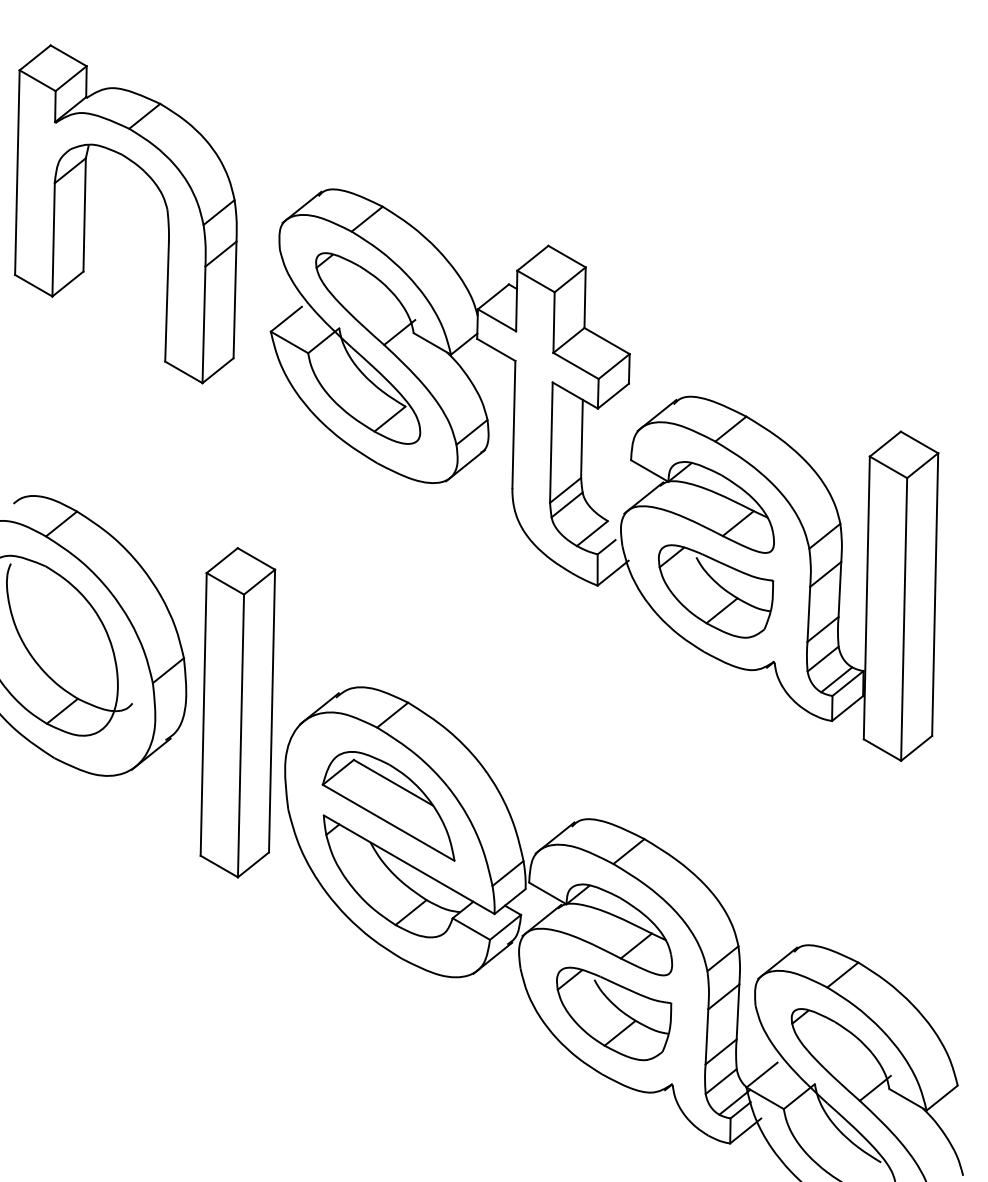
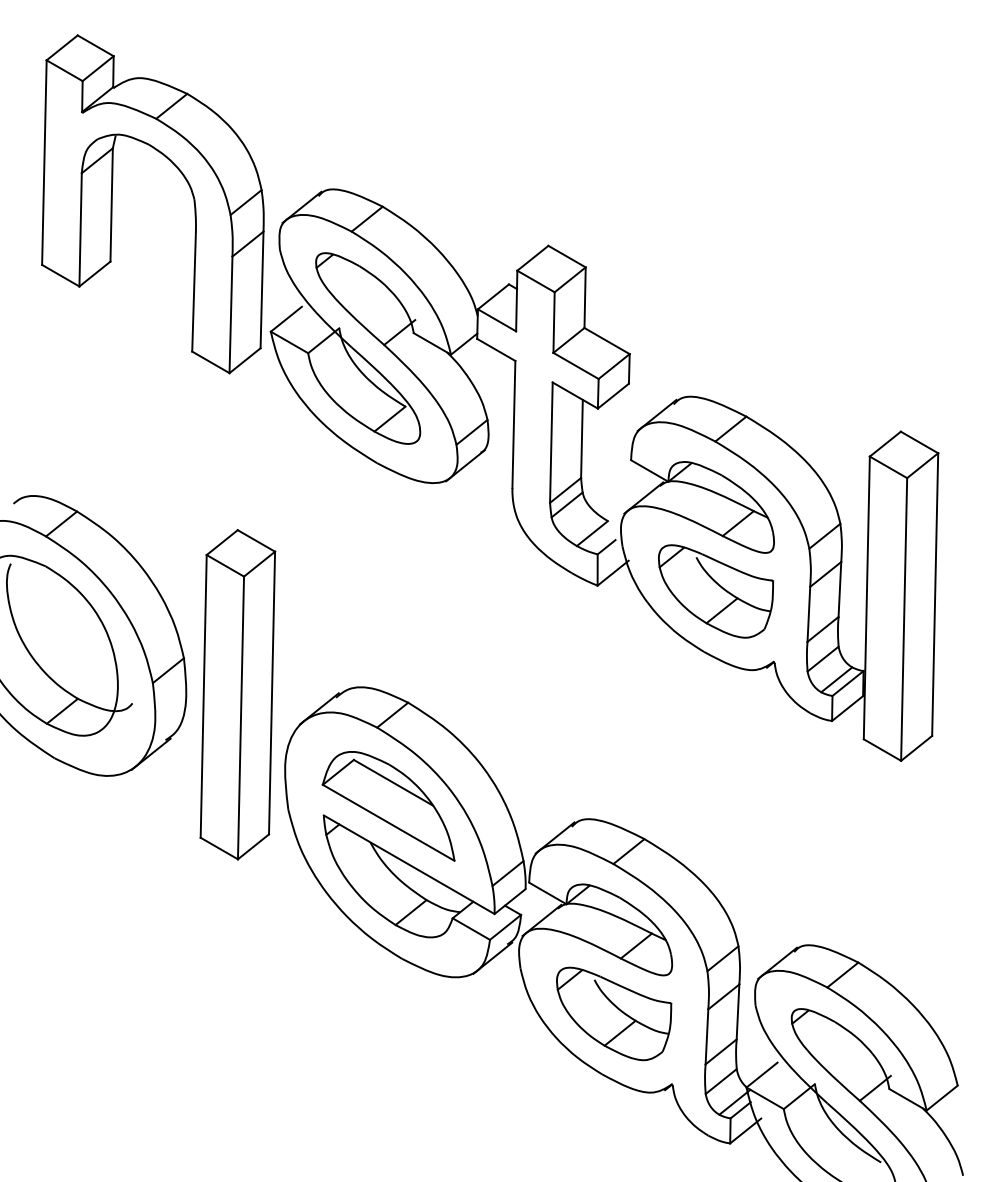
part at (85, 214) position: (85, 214) -> (112, 204)
part at (237, 712) position: (237, 712) -> (237, 694)
